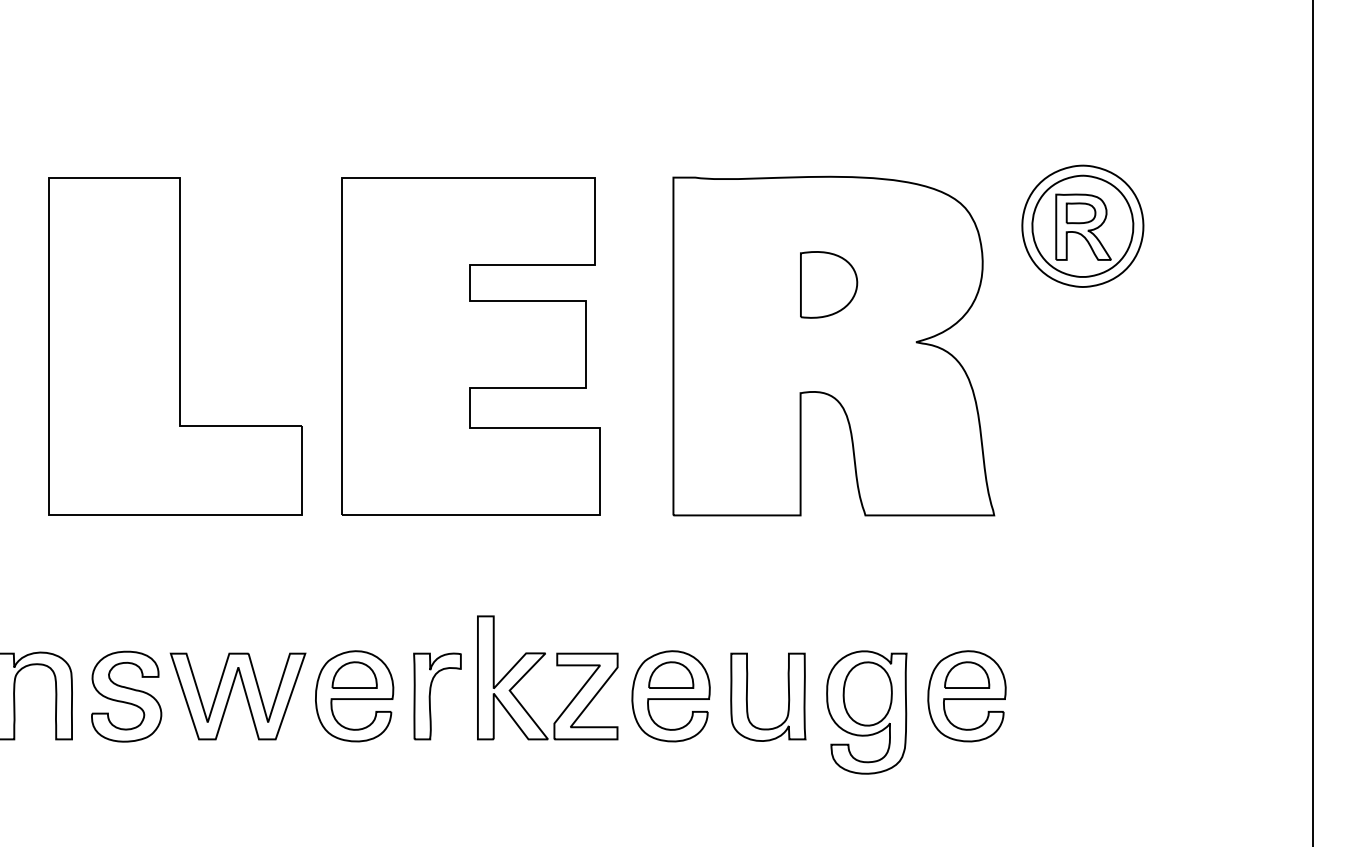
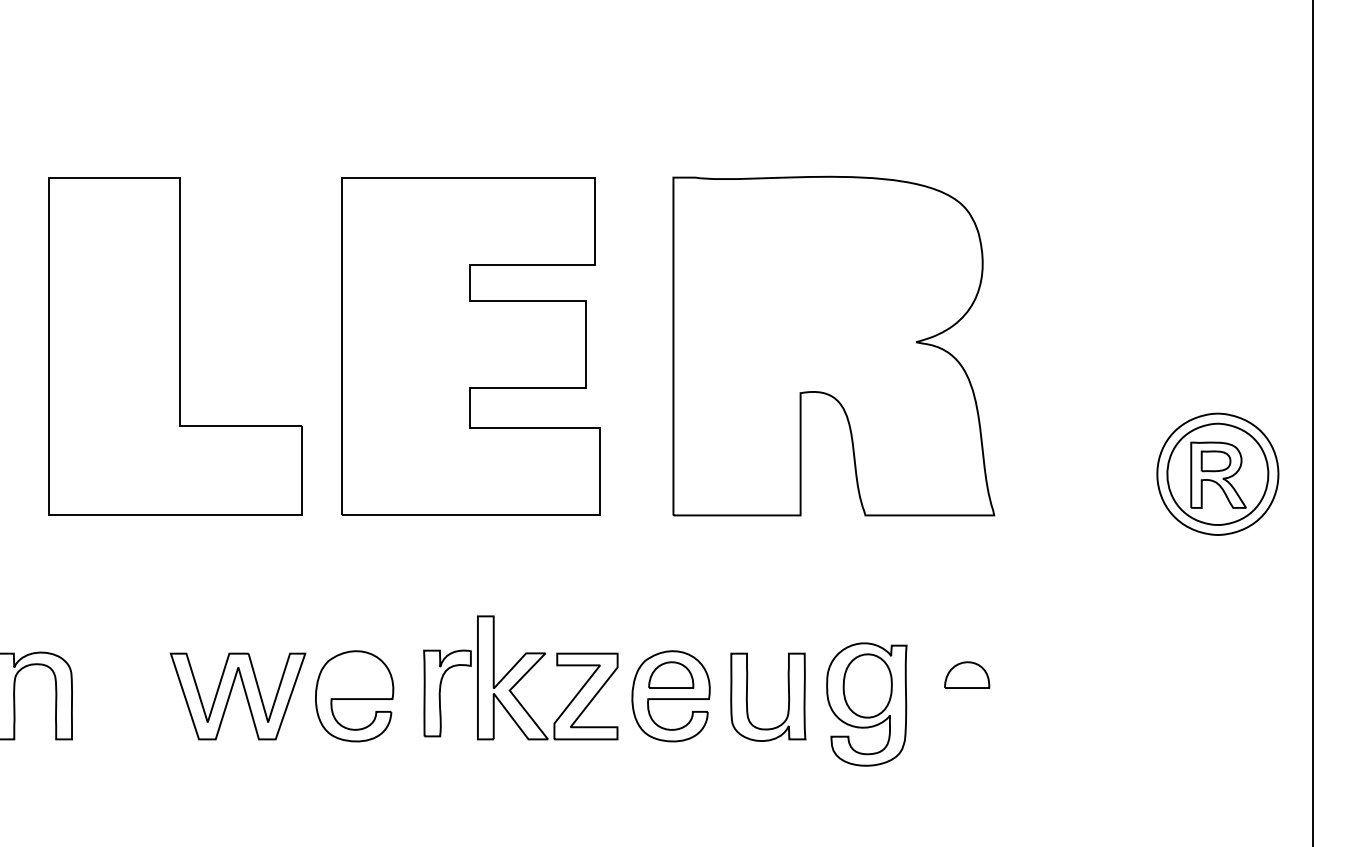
part at (1082, 225) position: (1082, 225) -> (1217, 473)
part at (829, 284): present -> none
part at (354, 674): present -> none
part at (126, 696): present -> none
part at (430, 696) position: (430, 696) -> (440, 693)
part at (966, 696): present -> none
part at (866, 712) position: (866, 712) -> (866, 704)
